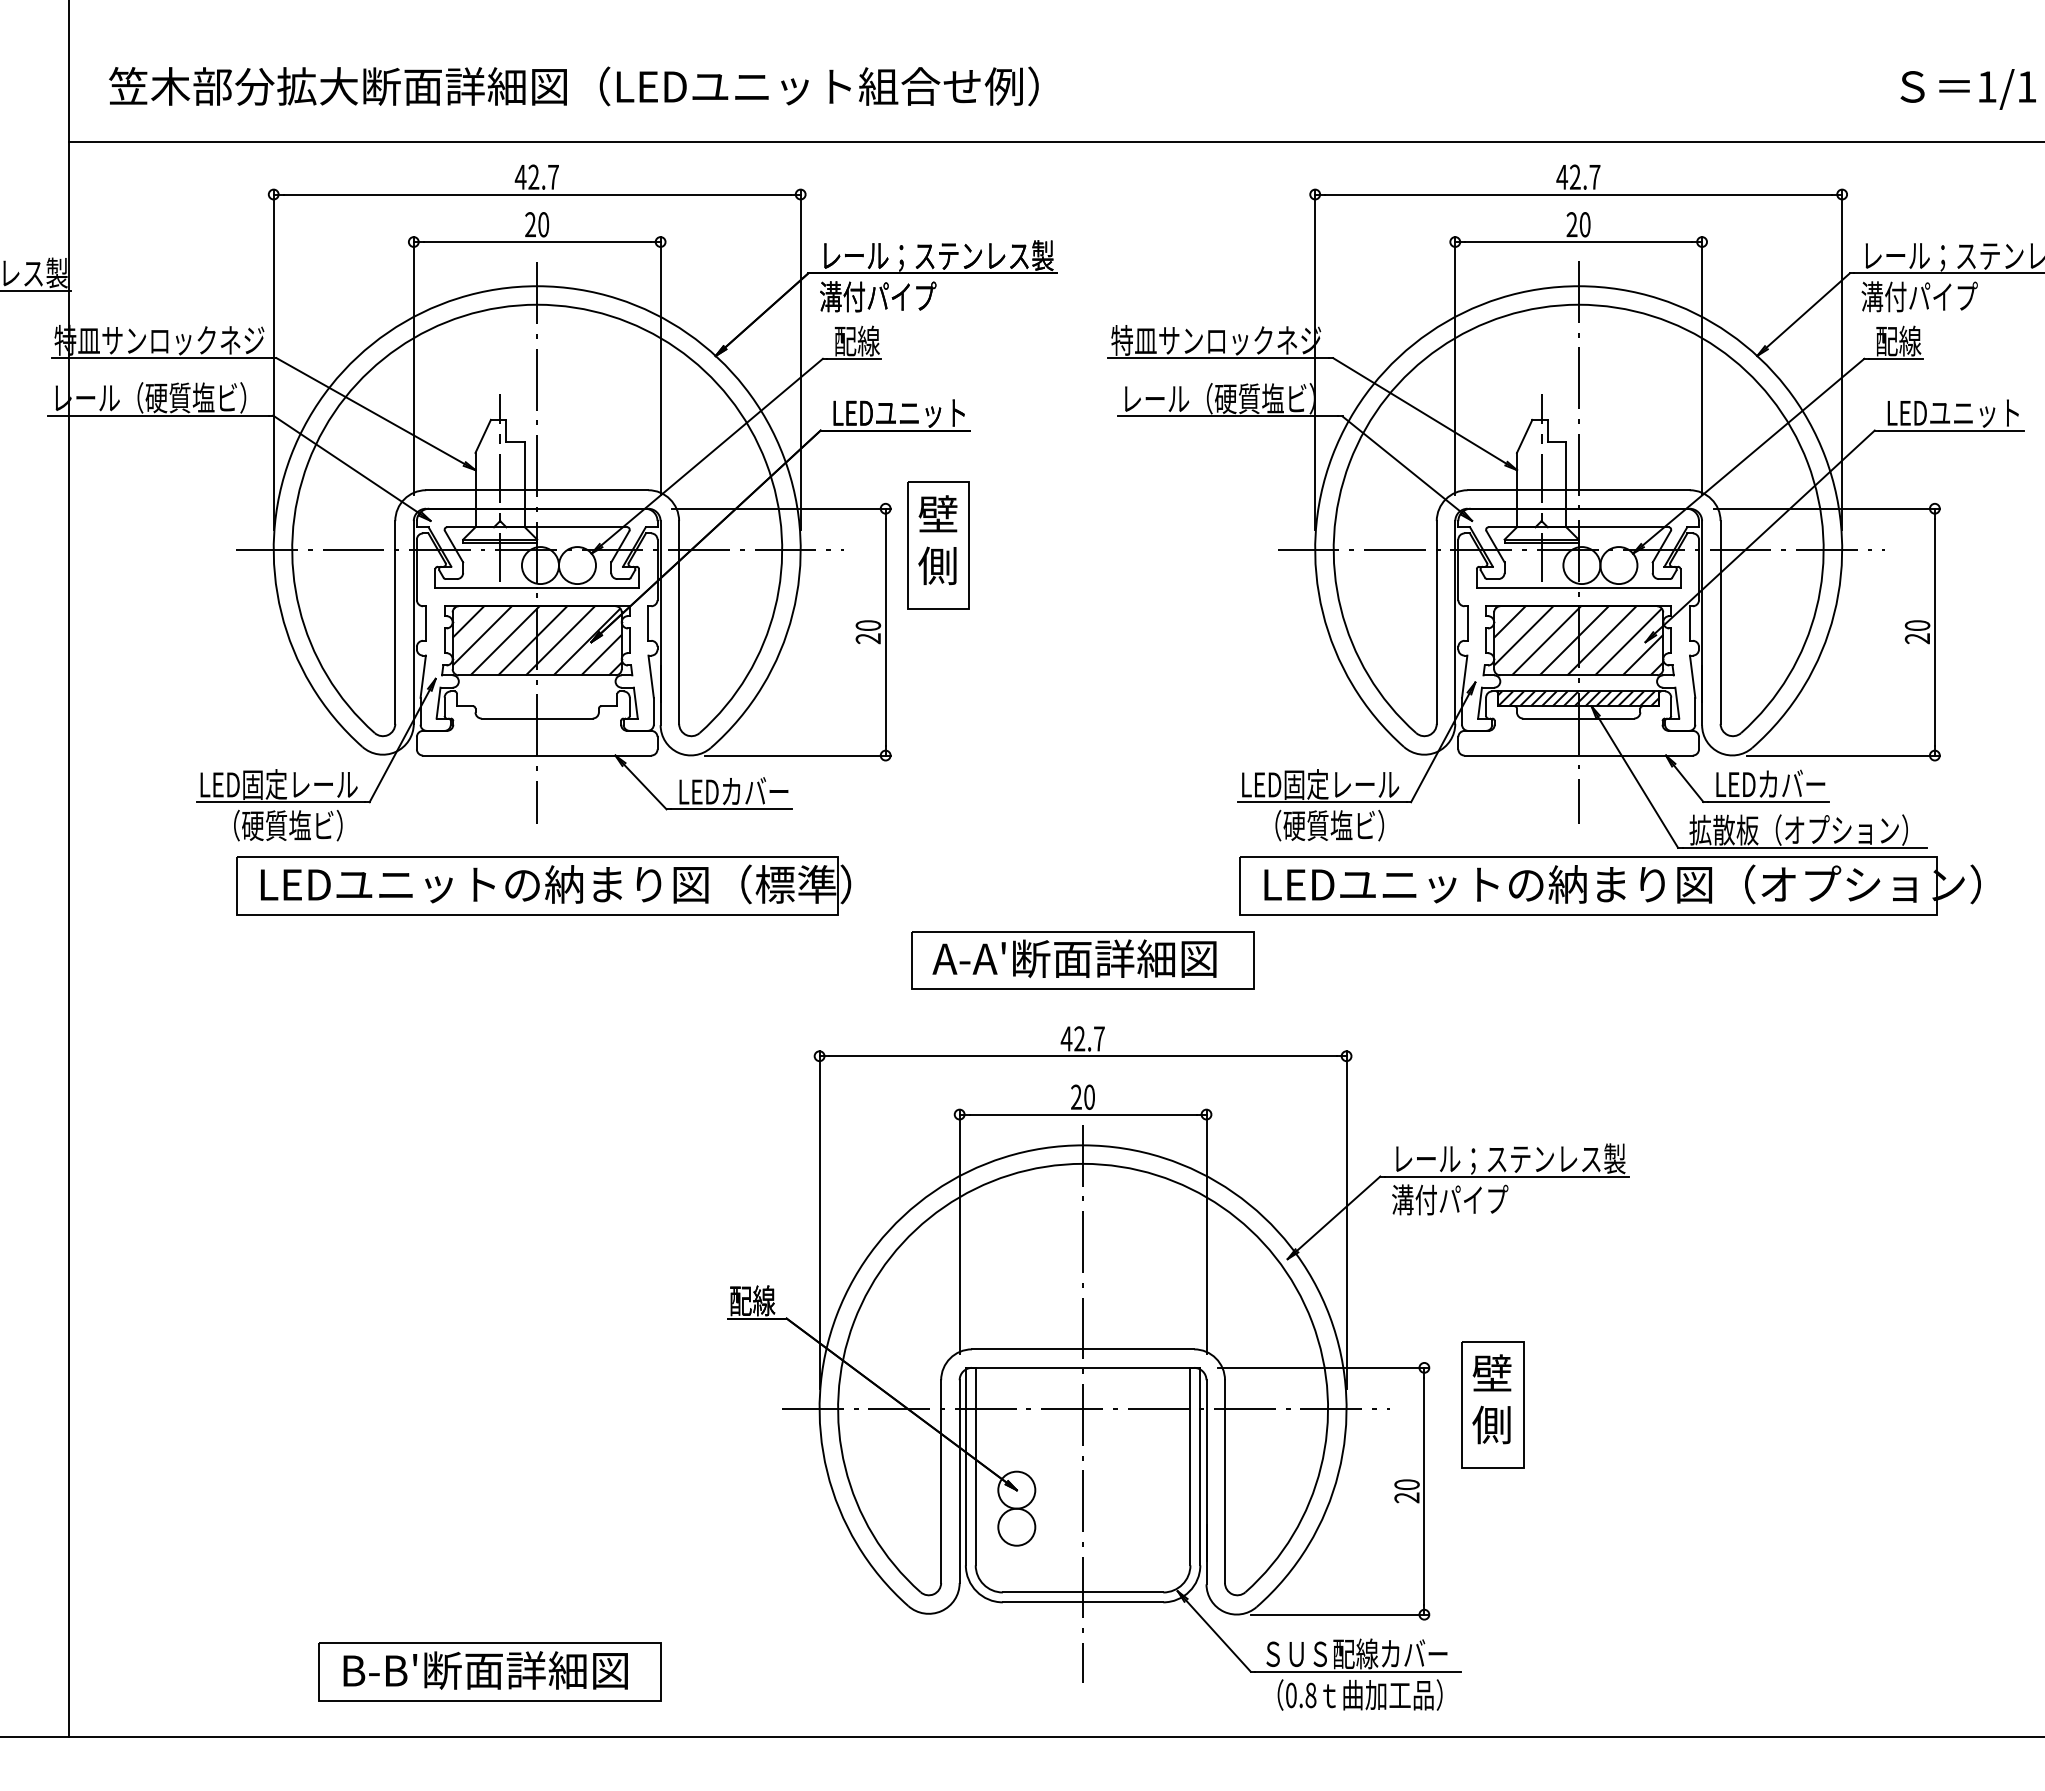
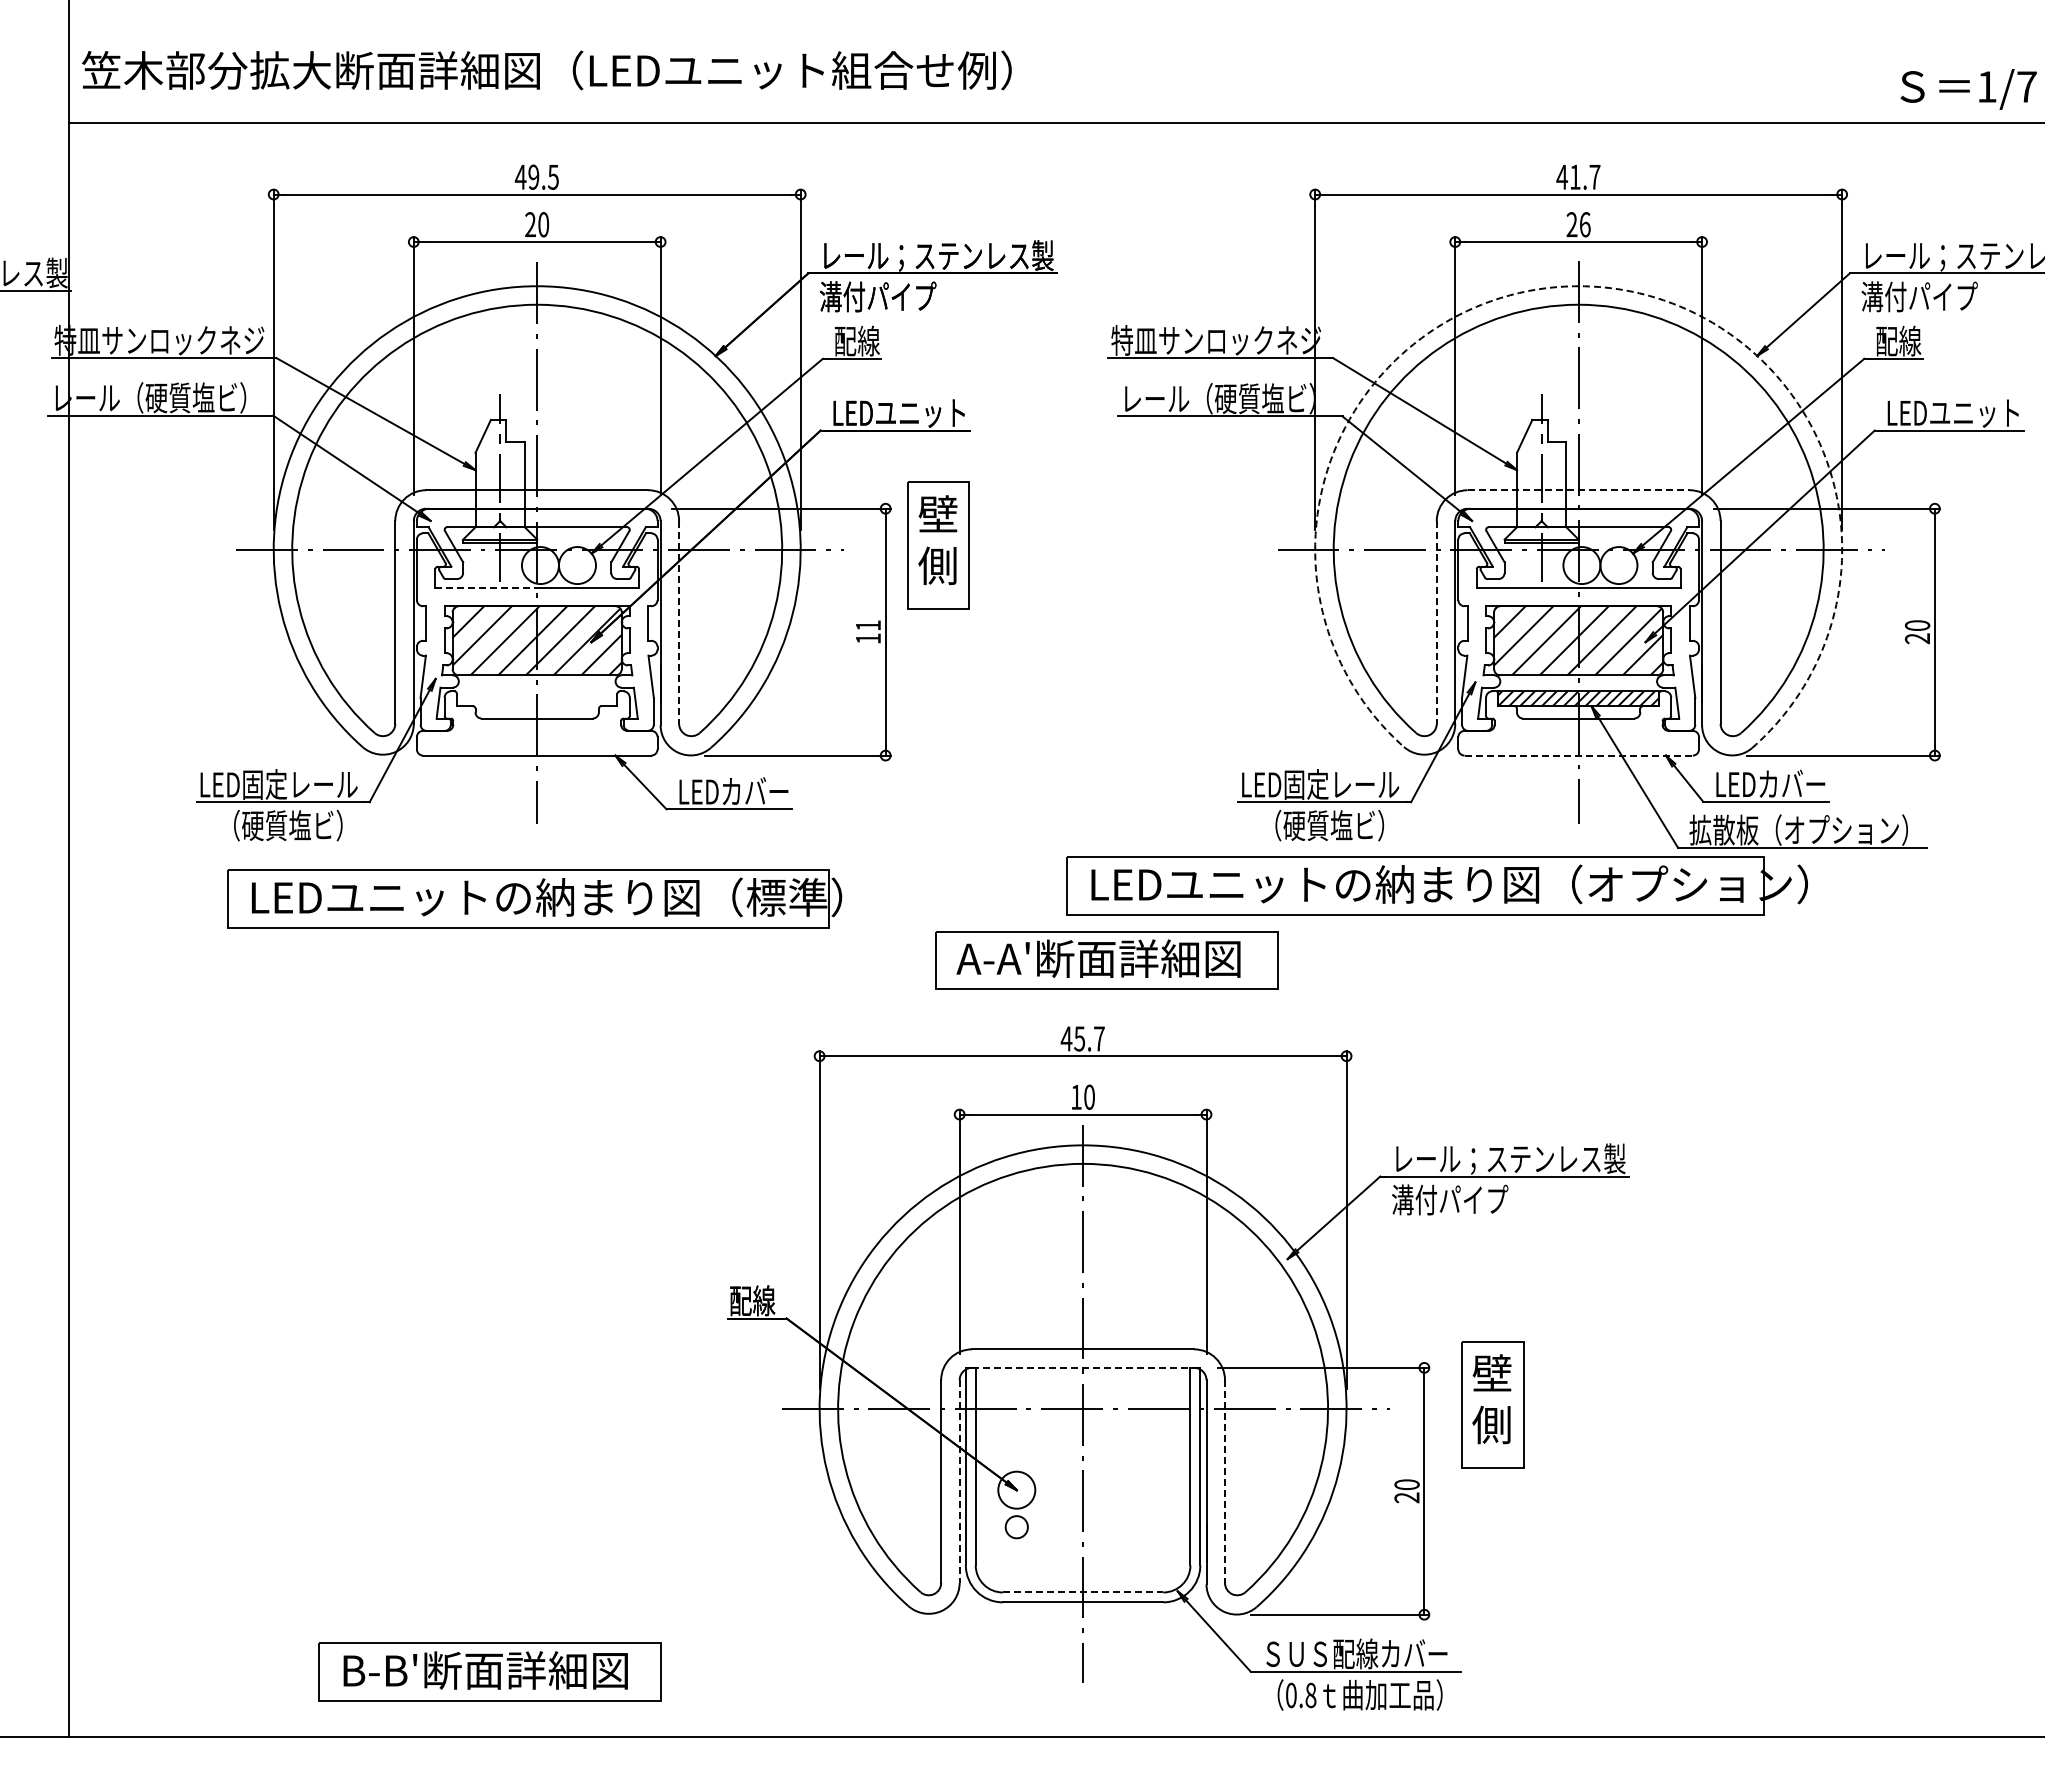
text at (573, 86) position: (573, 86) -> (546, 70)
text at (2026, 86): 1/1 -> 1/7
line at (1054, 142) position: (1054, 142) -> (1054, 123)
text at (1575, 176): 42.7 -> 41.7
text at (543, 177): 42.7 -> 49.5
text at (1584, 224): 20 -> 26
arc at (1579, 286): solid -> dashed
line at (1579, 490): solid -> dashed
line at (486, 587): solid -> dashed
line at (679, 622): solid -> dashed
line at (1436, 622): solid -> dashed
text at (868, 632): 20 -> 11
line at (1579, 755): solid -> dashed
part at (543, 885) position: (543, 885) -> (534, 898)
part at (1609, 885) position: (1609, 885) -> (1436, 885)
part at (1082, 960) position: (1082, 960) -> (1106, 960)
text at (1079, 1038): 42.7 -> 45.7
text at (1076, 1096): 20 -> 10
line at (1083, 1367): solid -> dashed
line at (959, 1482): solid -> dashed
line at (1225, 1482): solid -> dashed
circle at (1016, 1526) diameter: 37 px -> 22 px
line at (1083, 1592): solid -> dashed
